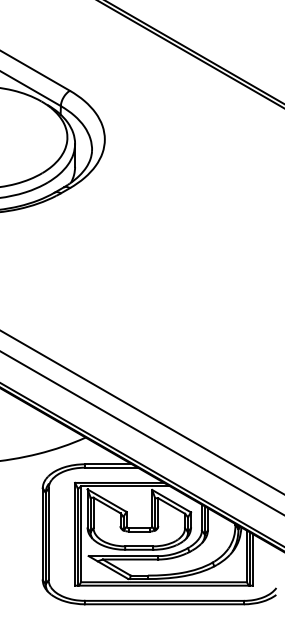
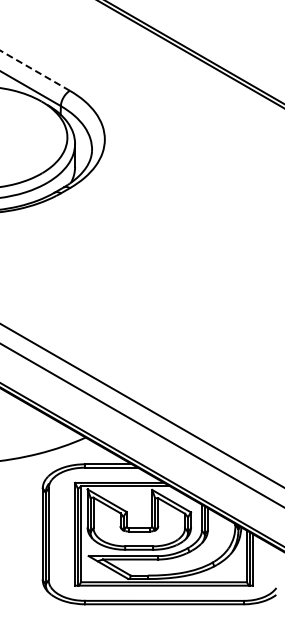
line at (34, 70): solid -> dashed
line at (141, 411) position: (141, 411) -> (141, 405)
line at (141, 432) position: (141, 432) -> (141, 424)
